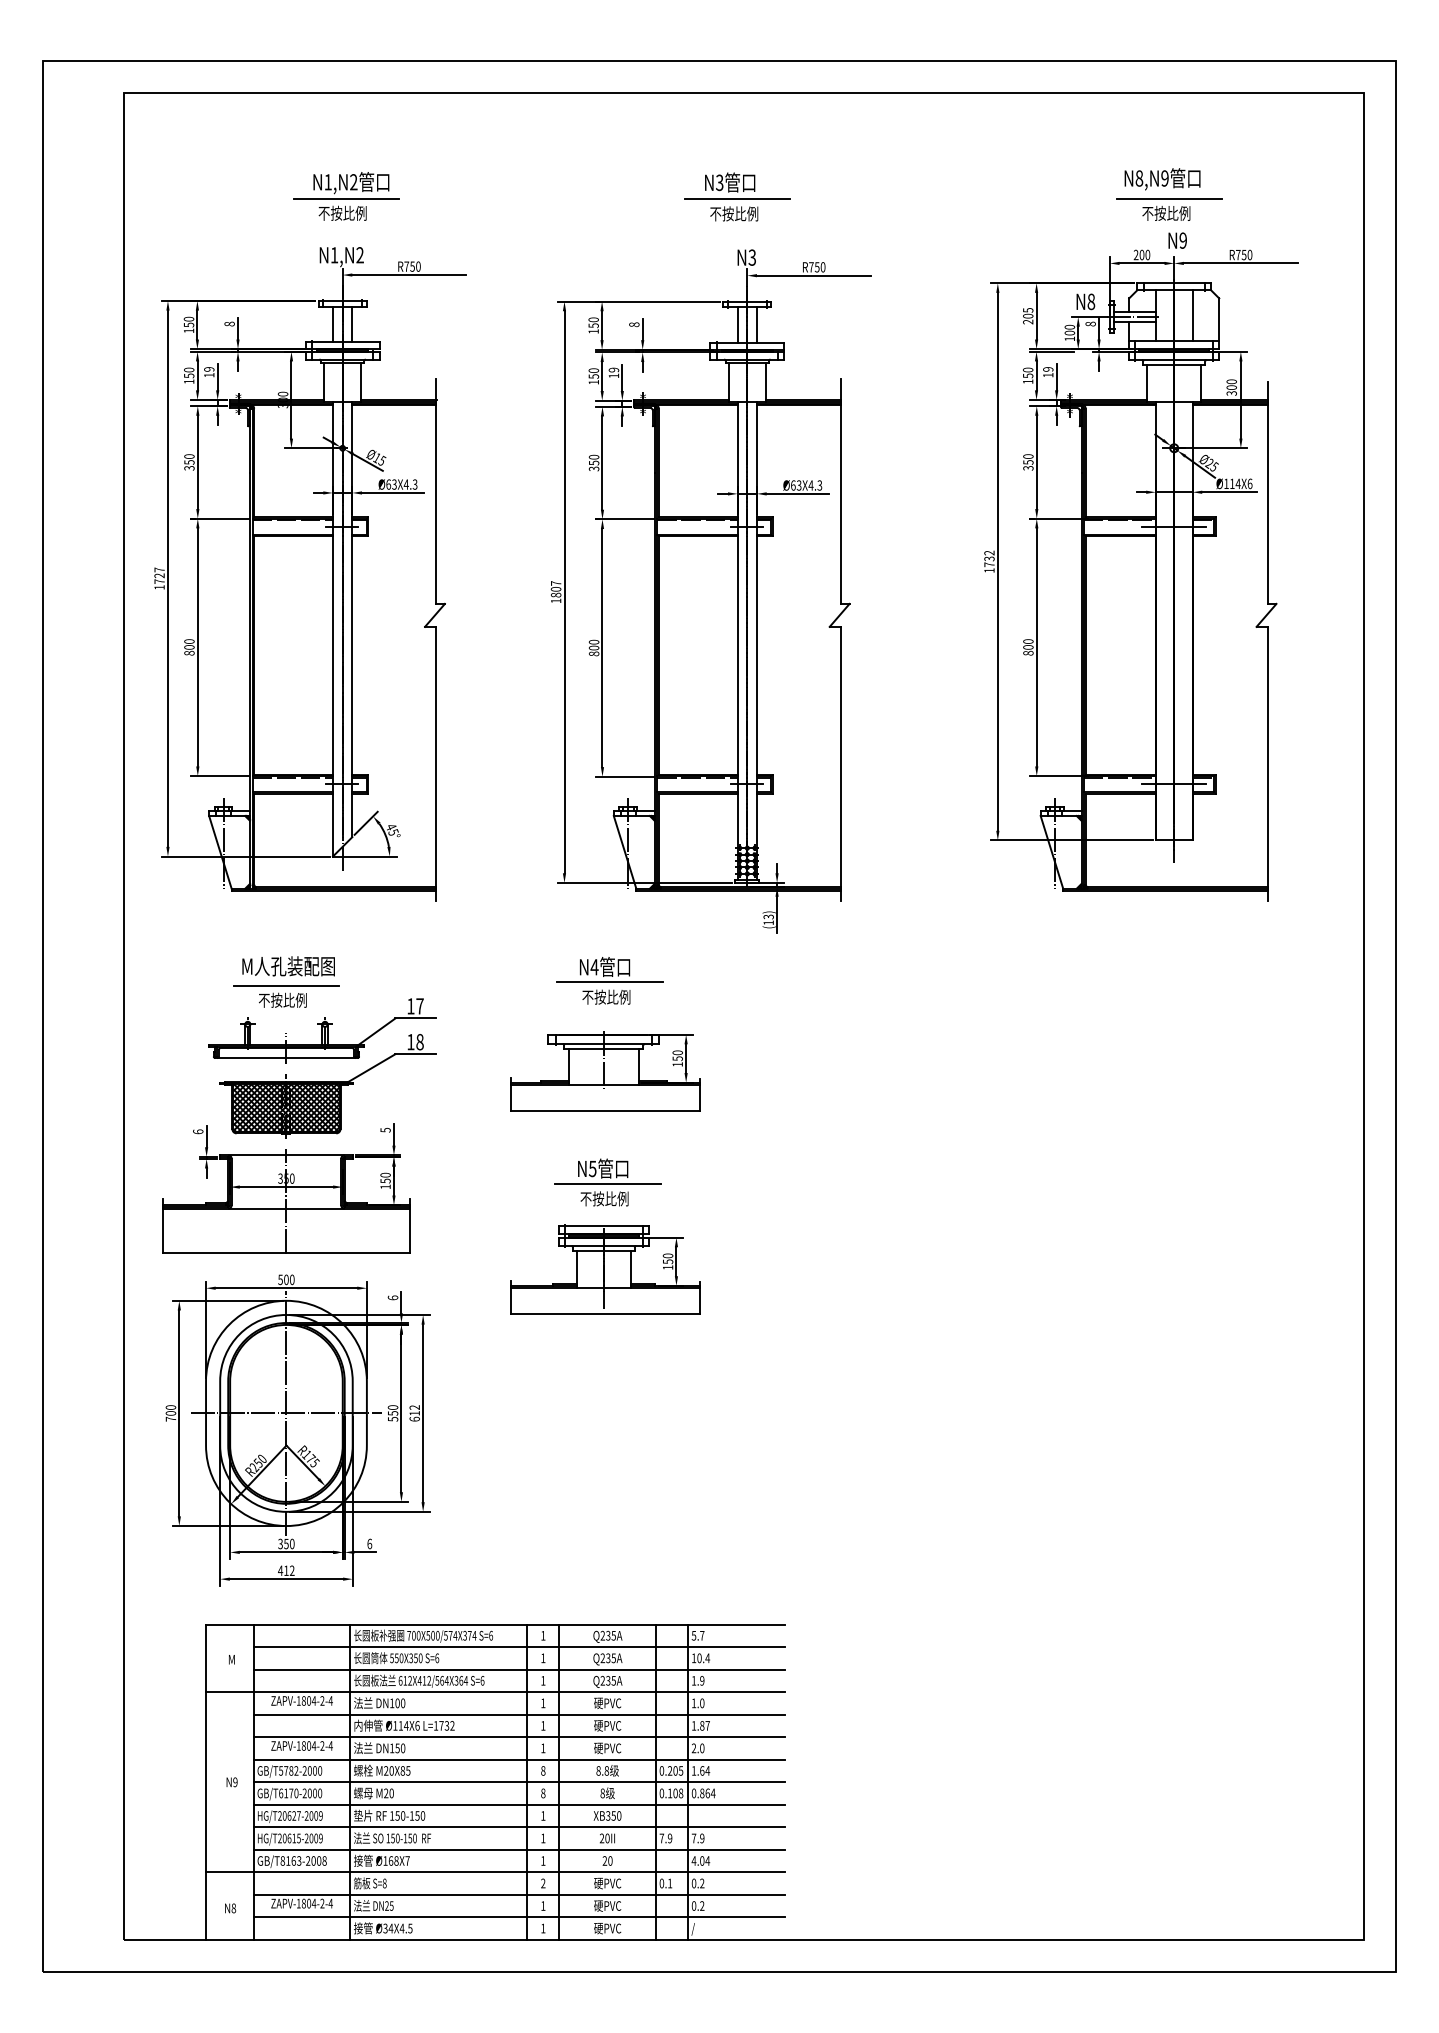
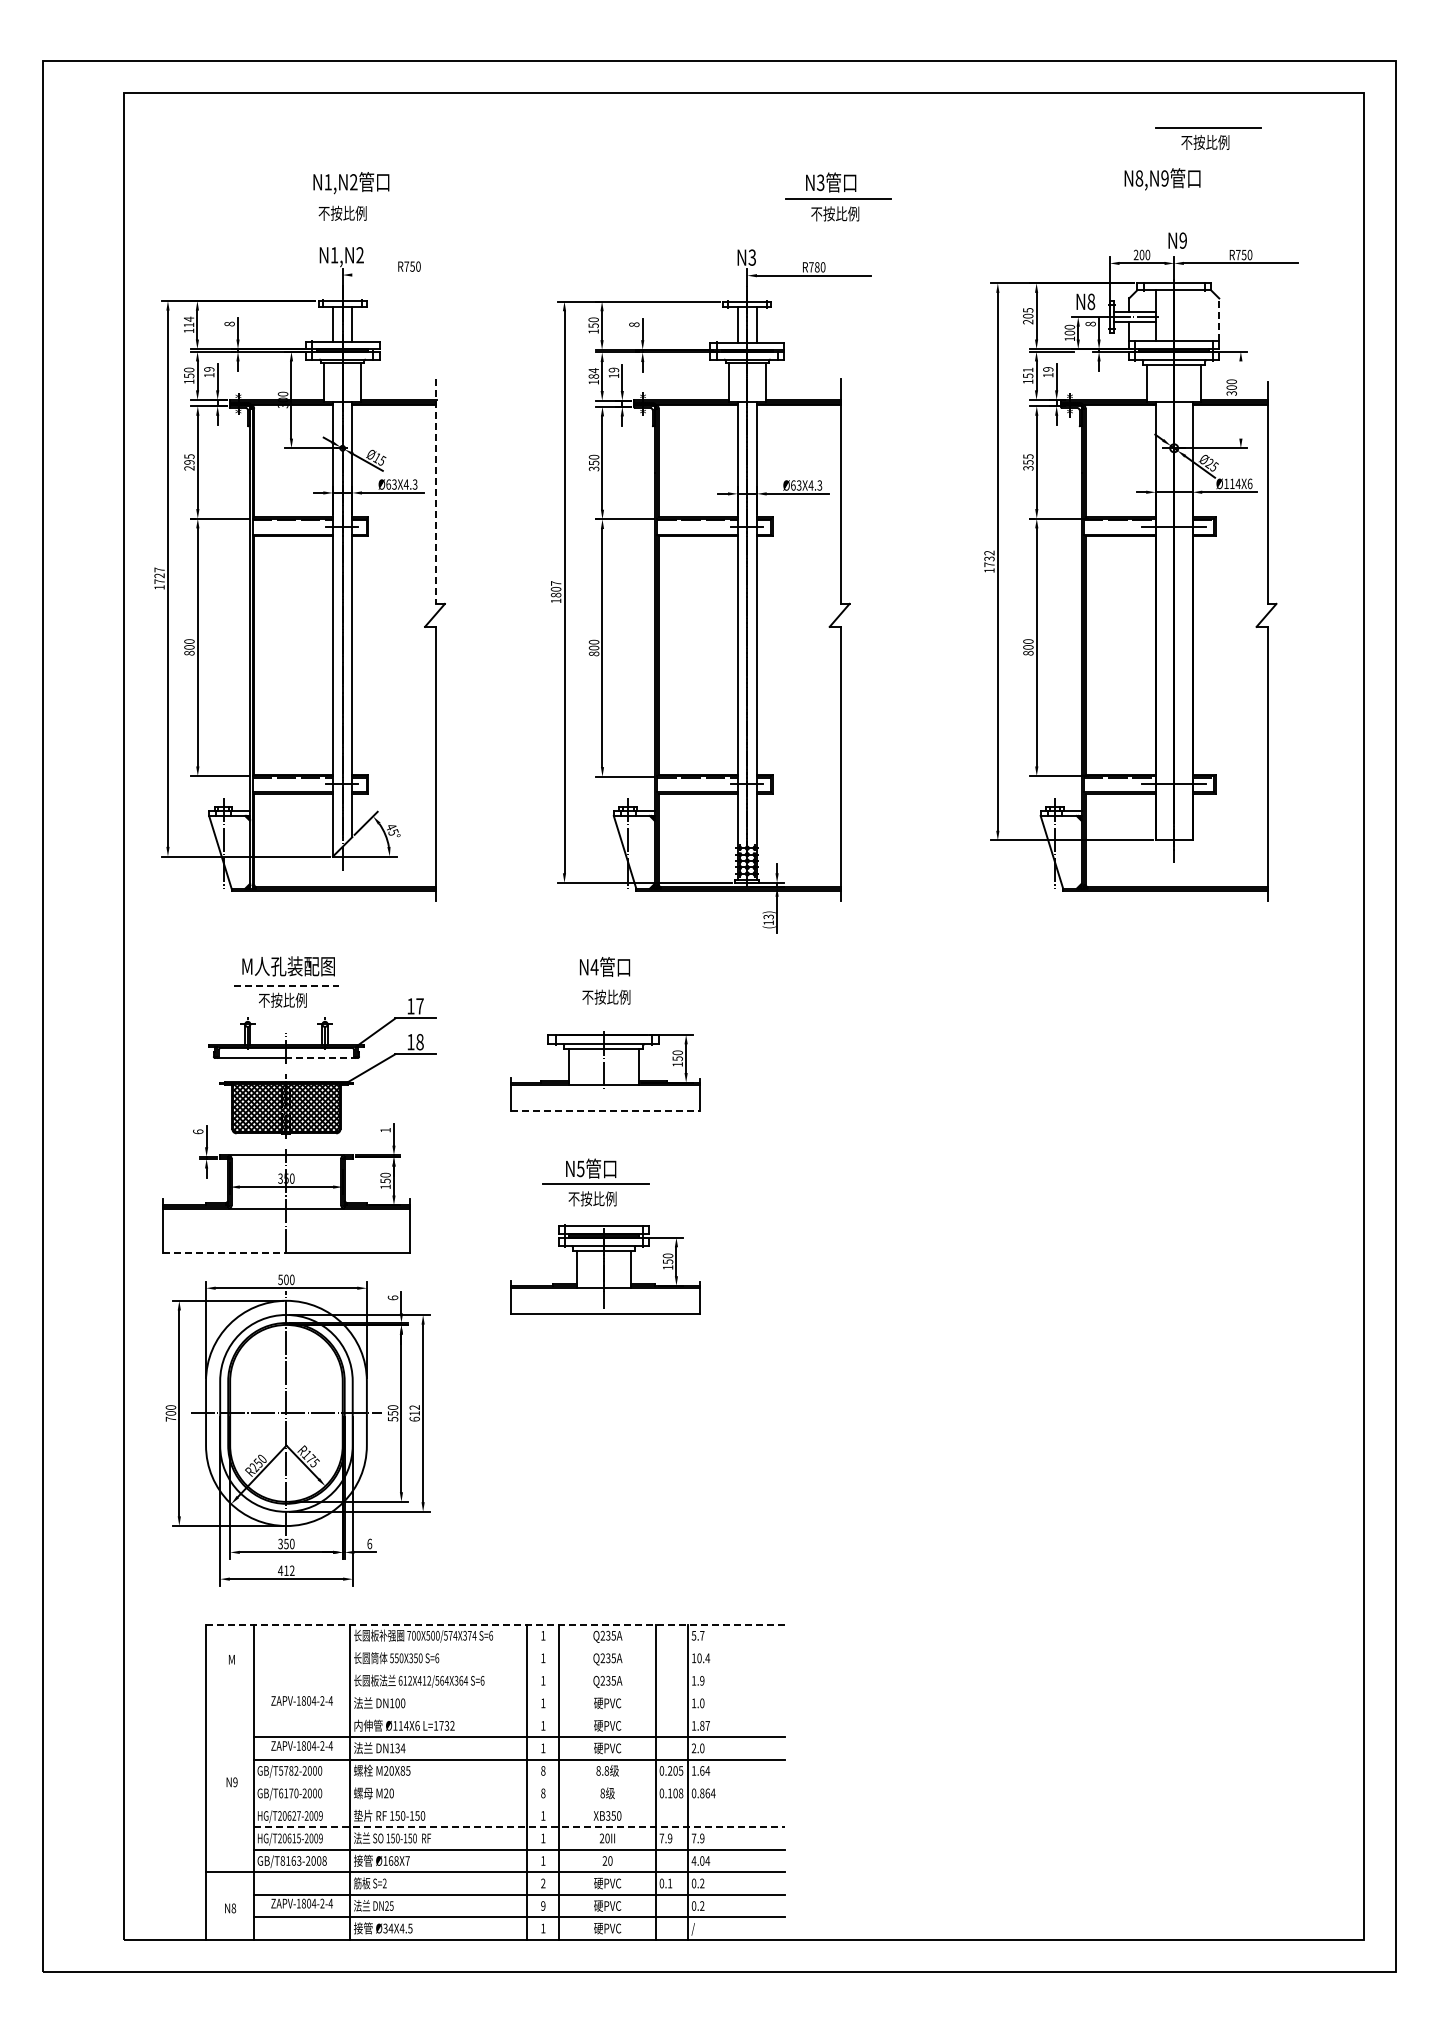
part at (737, 196) position: (737, 196) -> (838, 196)
line at (345, 198): present -> none
part at (1169, 209) position: (1169, 209) -> (1208, 138)
text at (816, 267): R750 -> R780
line at (409, 275): present -> none
line at (1192, 315): present -> none
line at (1219, 319): solid -> dashed
text at (188, 321): 150 -> 114
text at (1028, 369): 150 -> 151
text at (593, 373): 150 -> 184
line at (1240, 399): present -> none
text at (1028, 456): 350 -> 355
text at (189, 462): 350 -> 295
line at (436, 492): solid -> dashed
line at (609, 982): present -> none
line at (286, 985): solid -> dashed
line at (322, 1058): solid -> dashed
line at (605, 1110): solid -> dashed
text at (385, 1129): 5 -> 1
part at (607, 1182) position: (607, 1182) -> (595, 1182)
line at (224, 1253): solid -> dashed
line at (495, 1624): solid -> dashed
line at (518, 1647): present -> none
line at (518, 1669): present -> none
line at (494, 1692): present -> none
line at (518, 1714): present -> none
text at (400, 1748): DN150 -> DN134
line at (518, 1782): present -> none
line at (518, 1804): present -> none
line at (519, 1827): solid -> dashed
text at (384, 1883): S=8 -> S=2
text at (543, 1905): 1 -> 9
